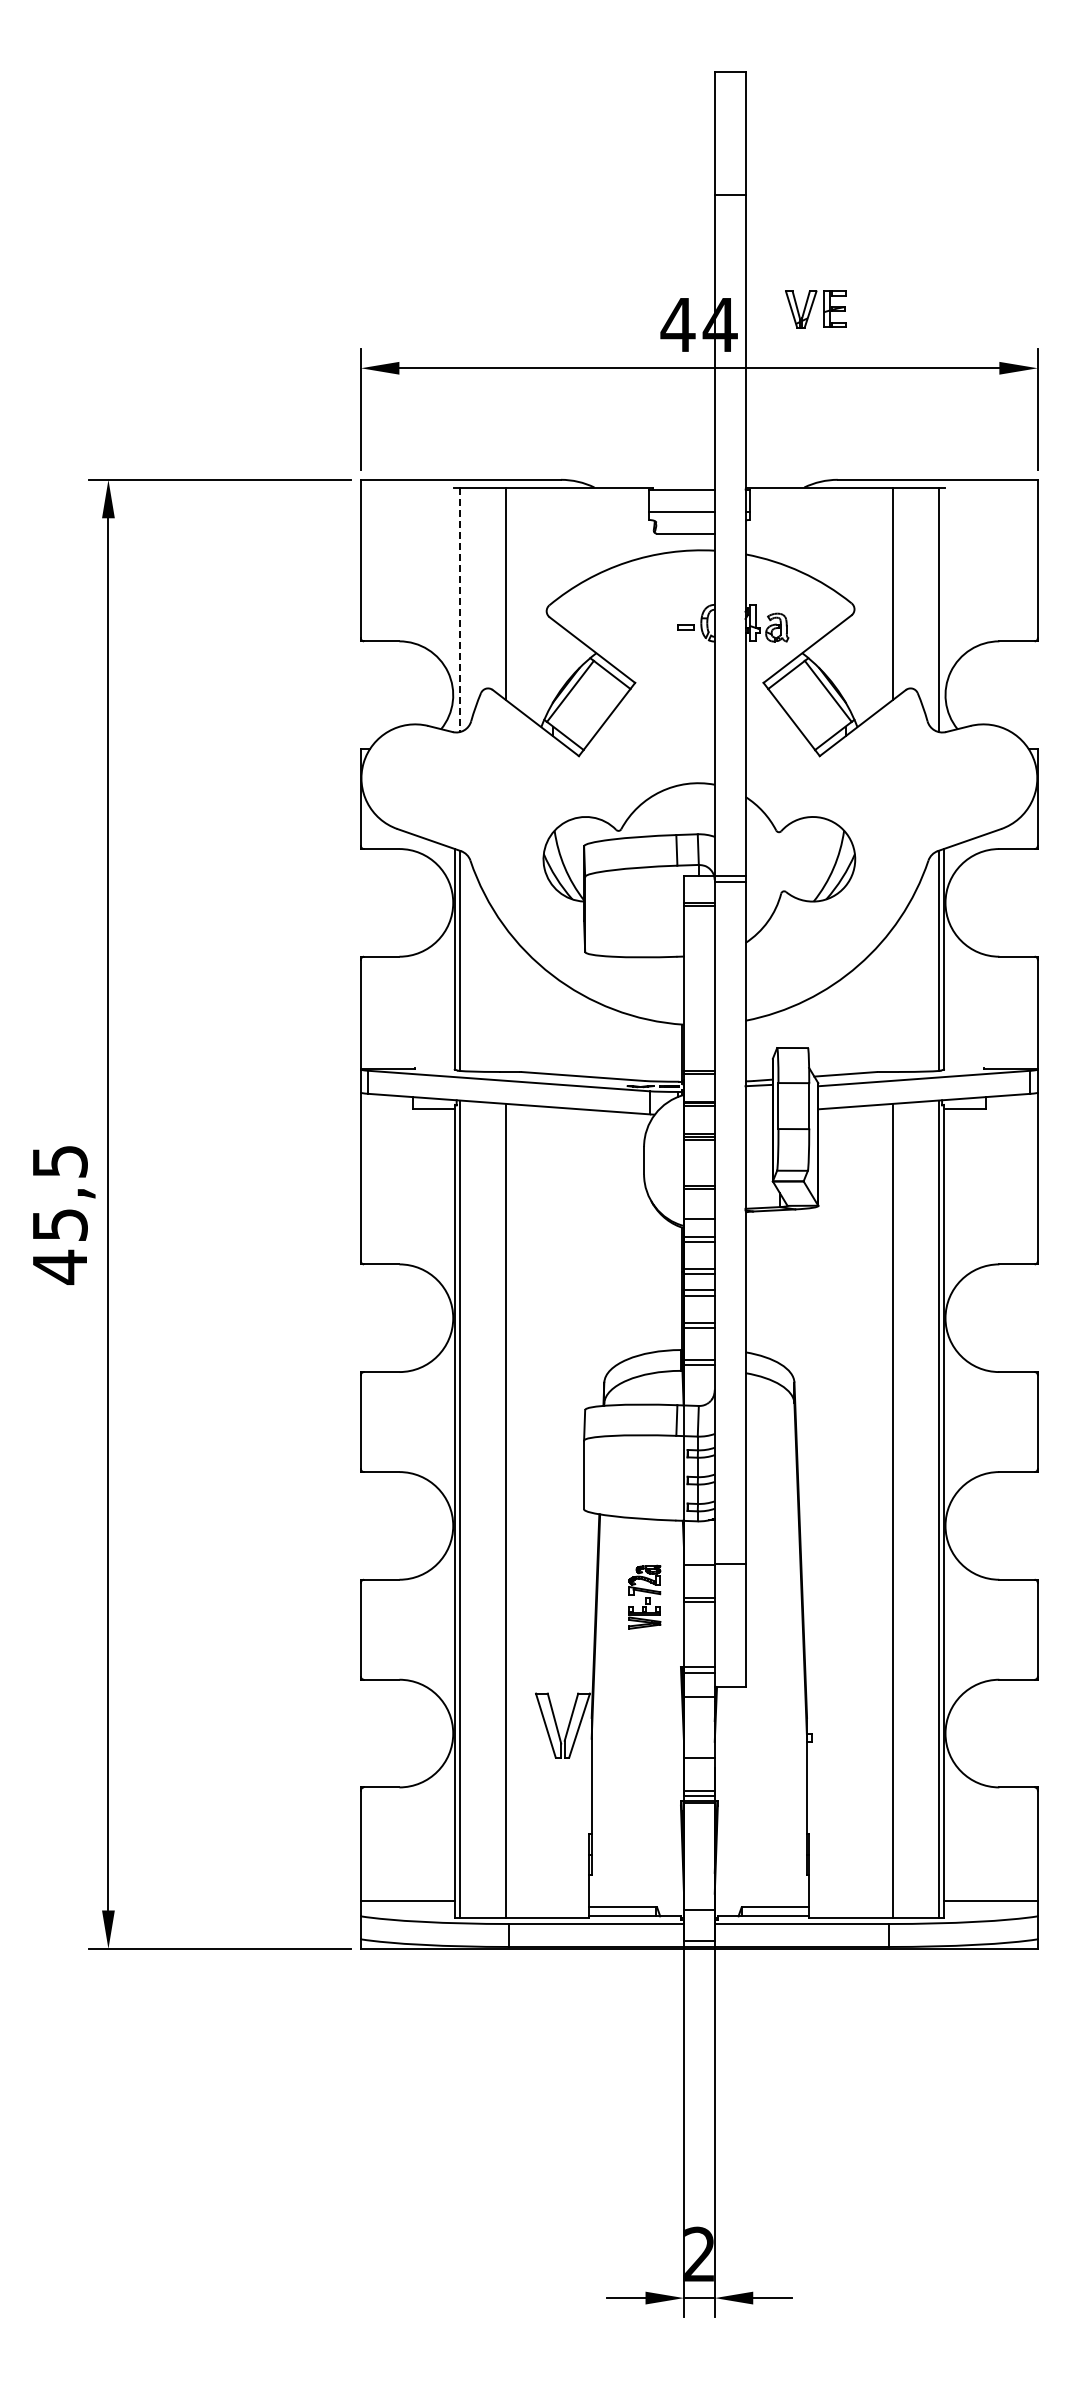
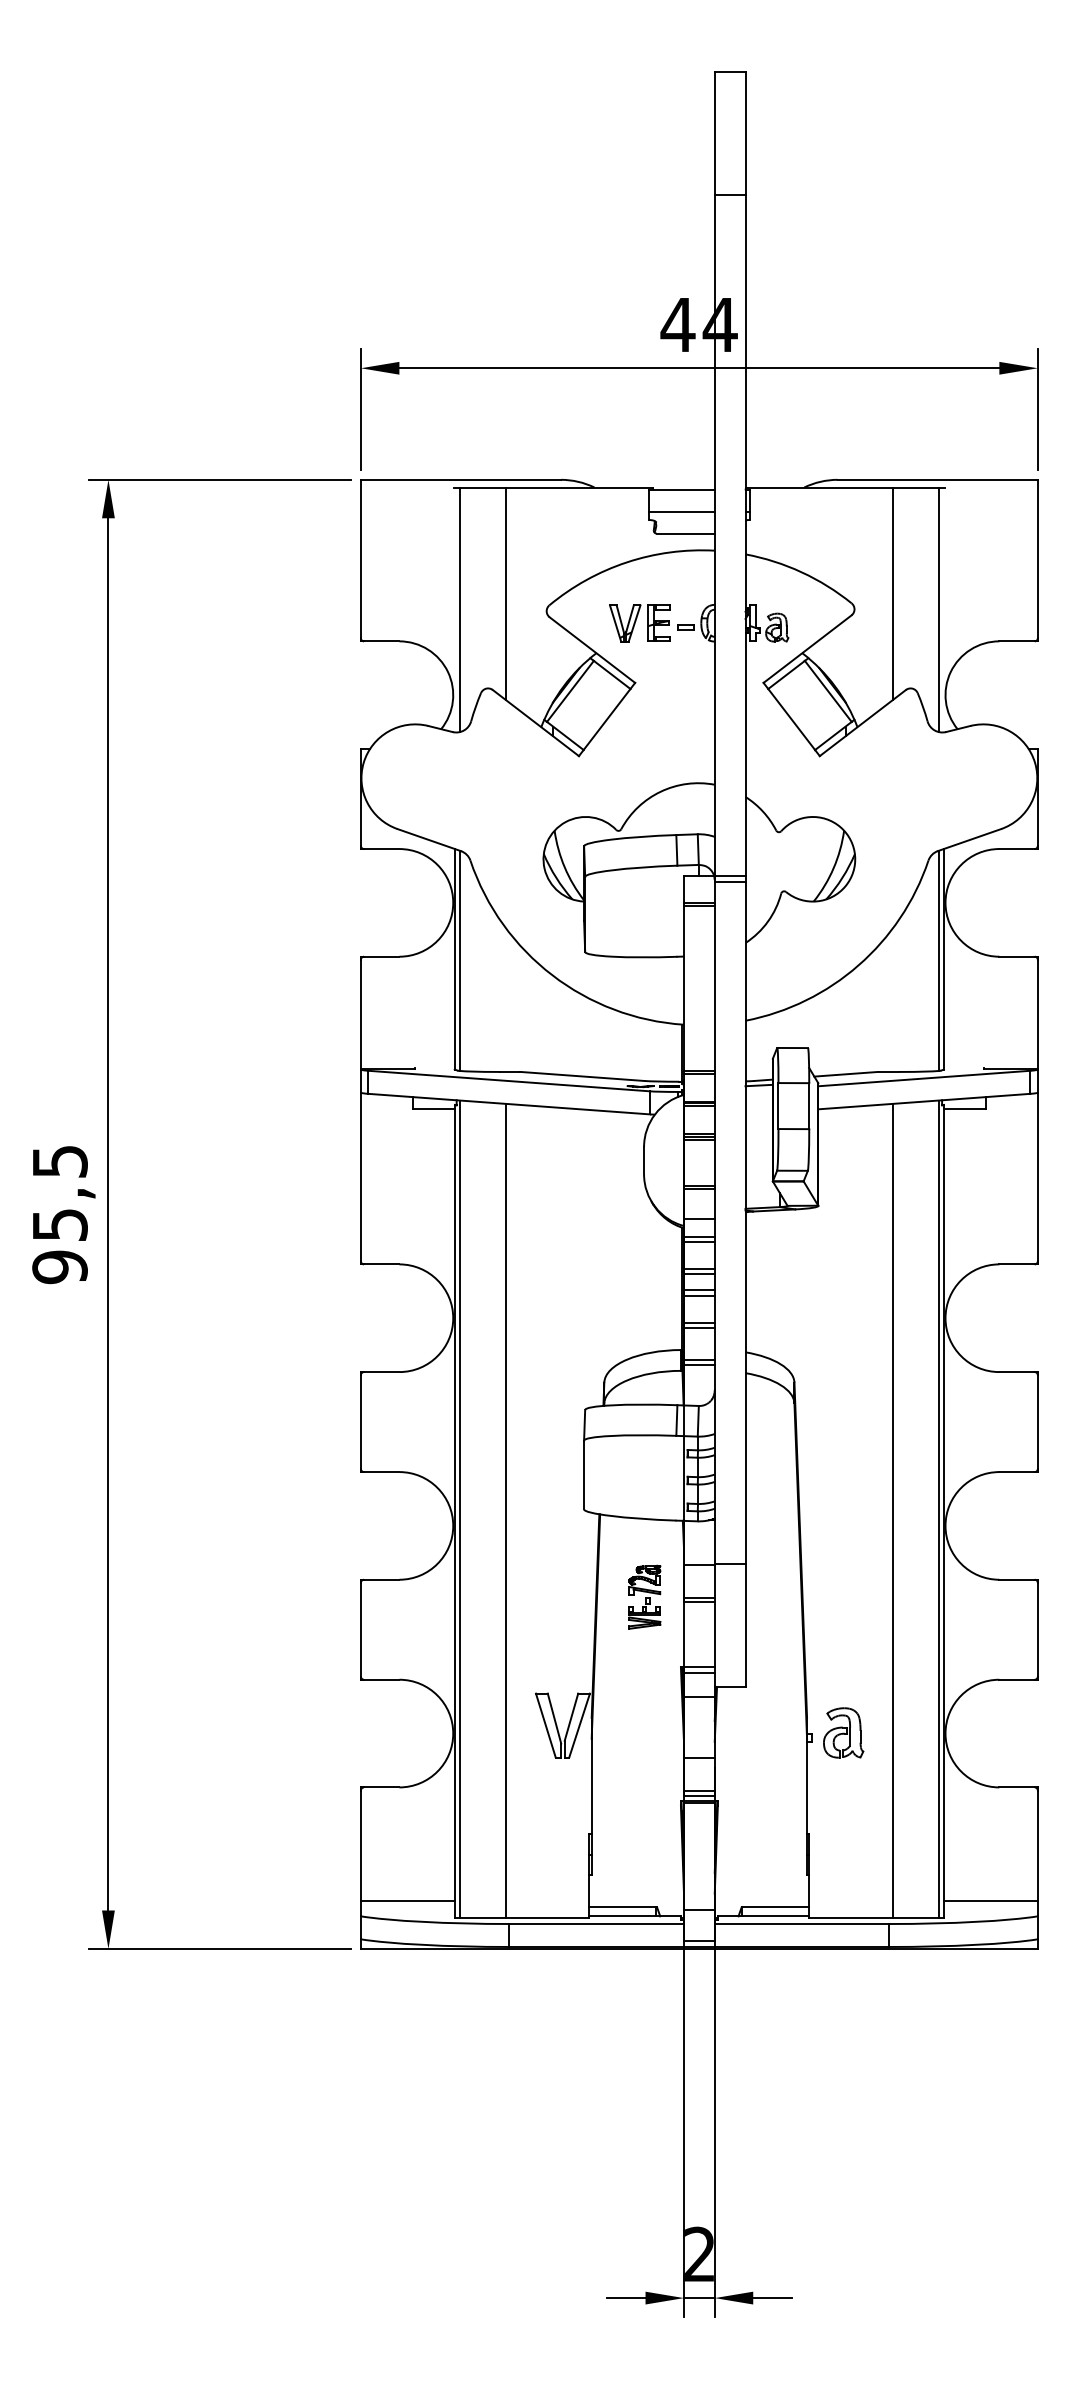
part at (815, 309) position: (815, 309) -> (639, 623)
line at (459, 610): dashed -> solid
text at (59, 1266): 45,5 -> 95,5
part at (843, 1732): none -> present
